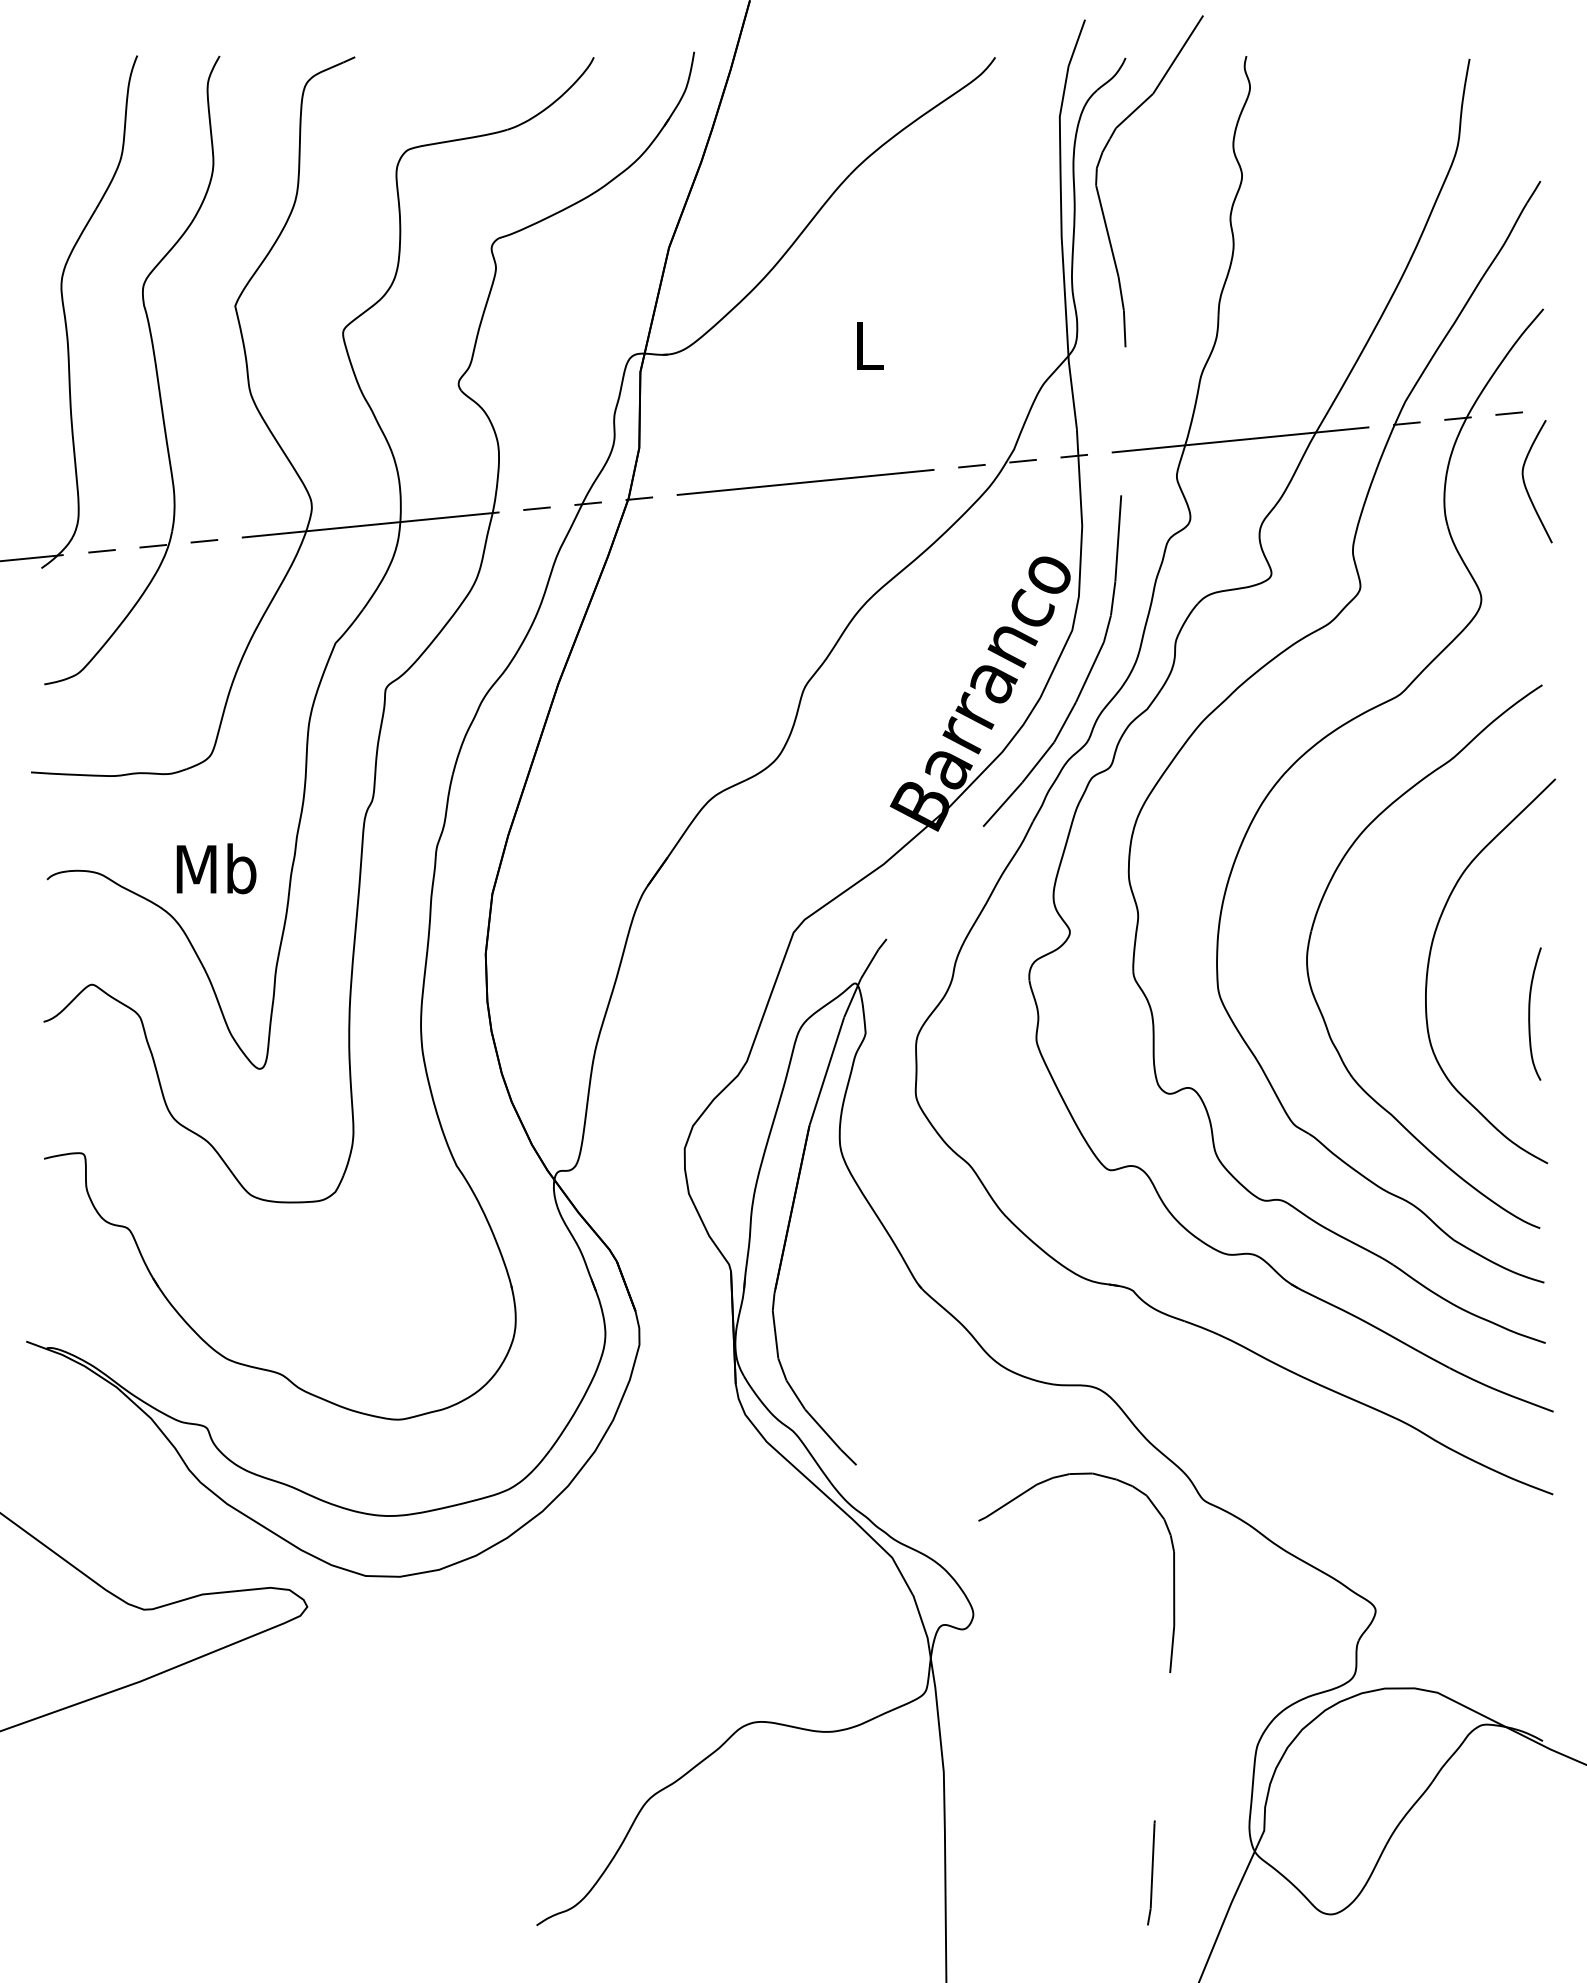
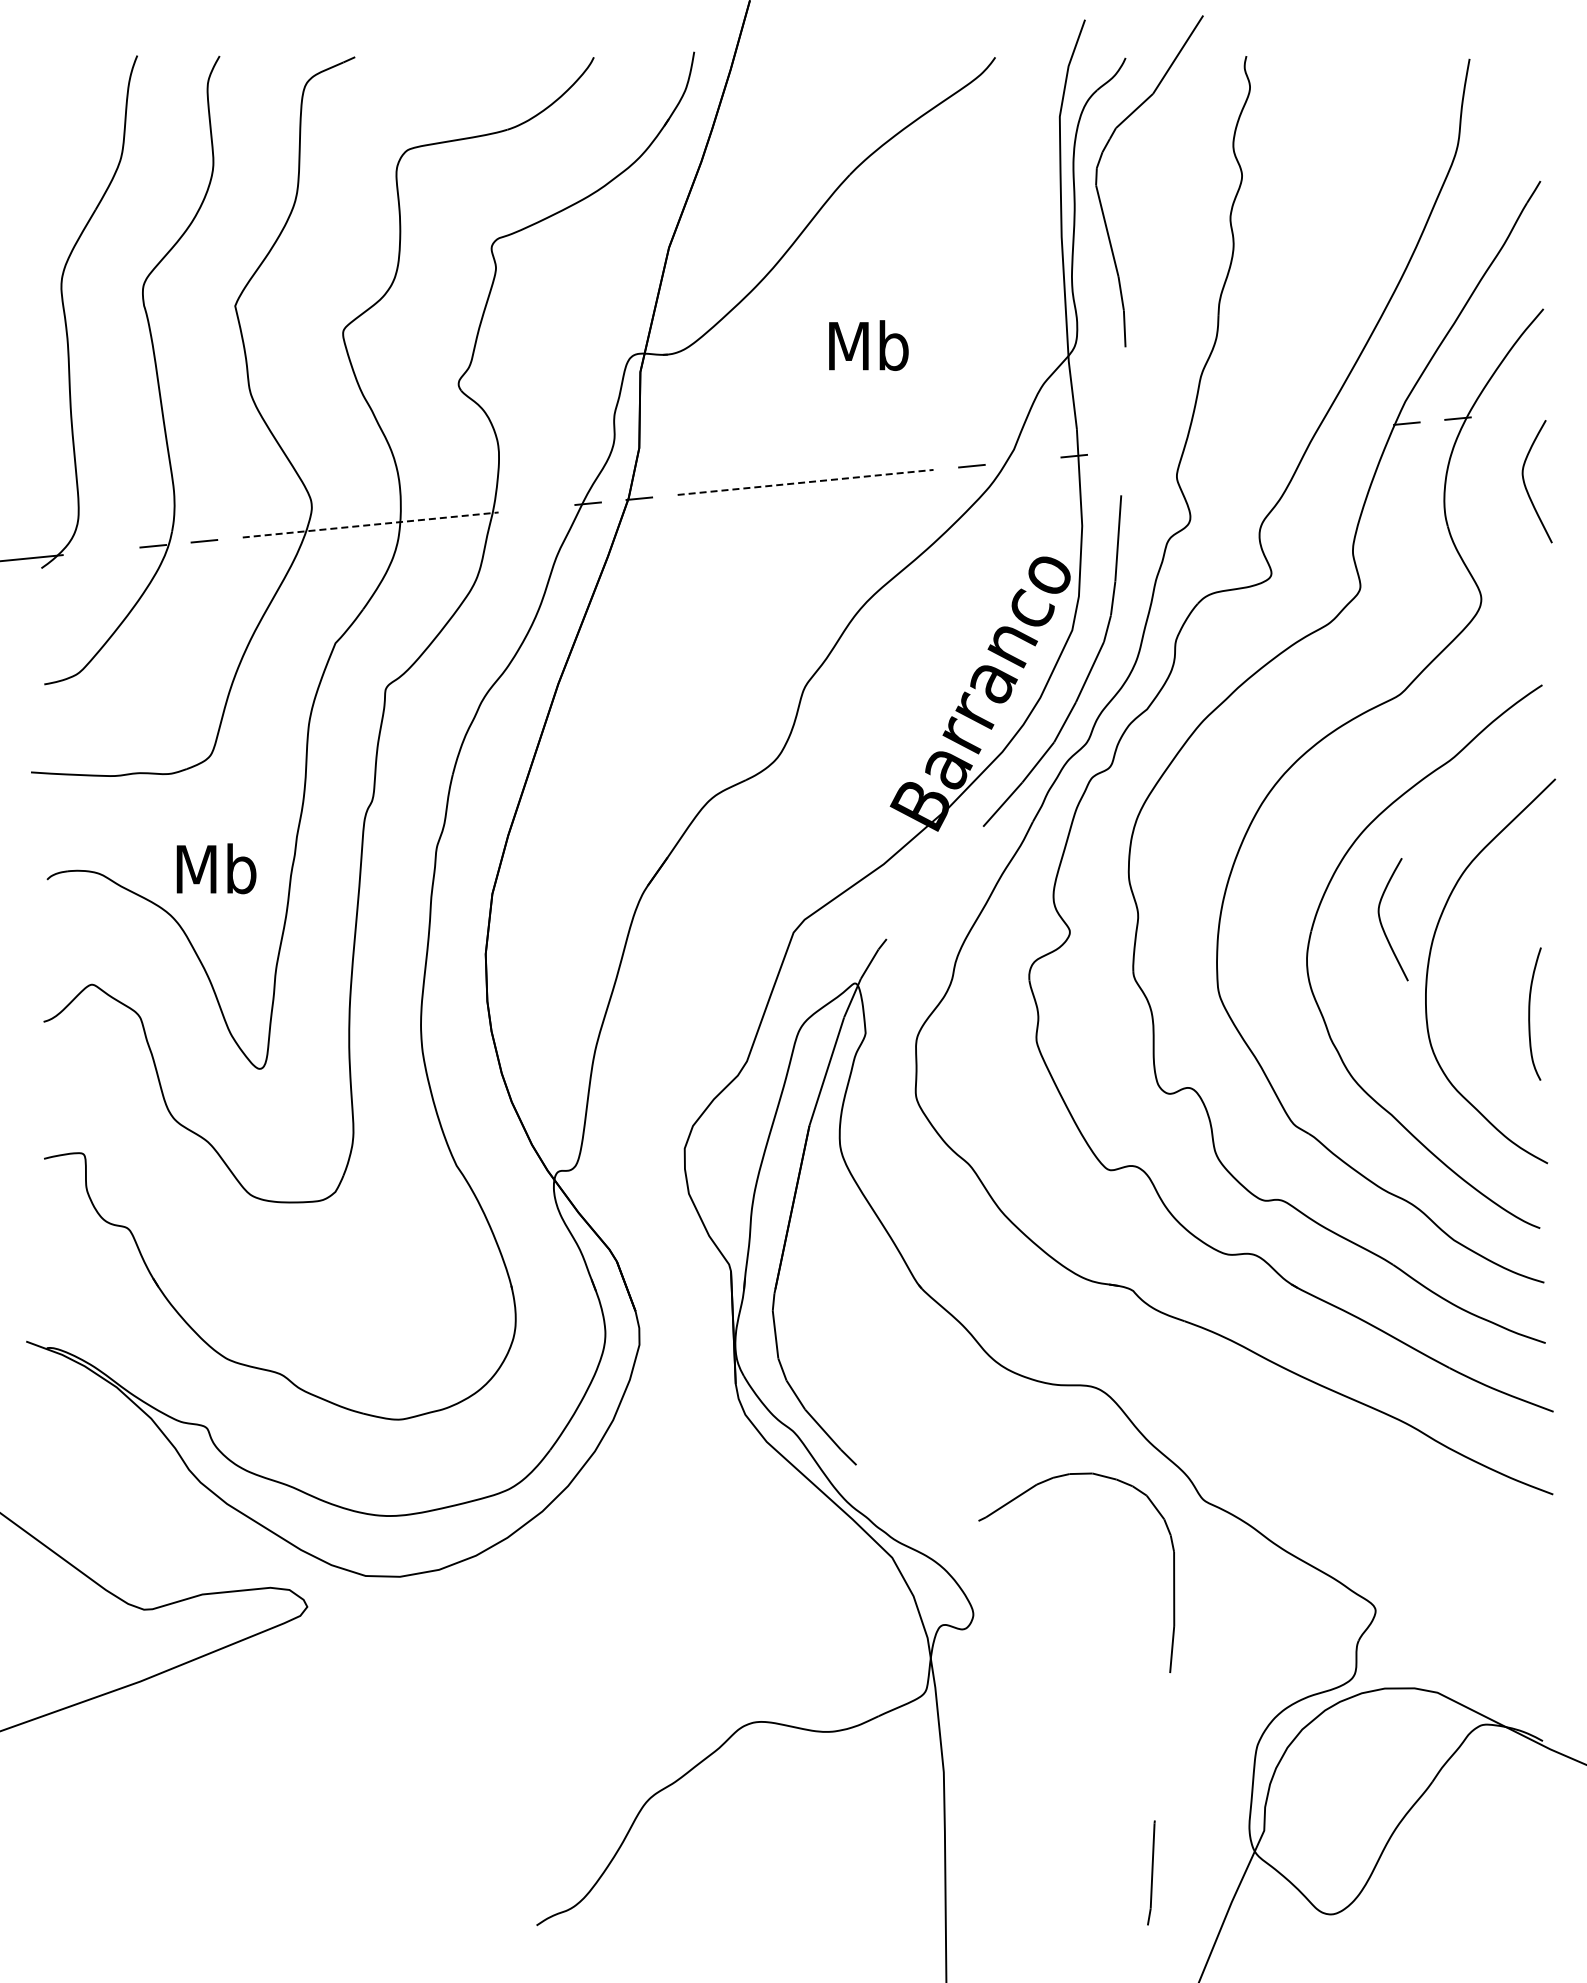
text at (868, 345): L -> Mb
line at (1509, 413): present -> none
line at (1240, 439): present -> none
line at (1022, 460): present -> none
line at (805, 482): solid -> dashed
line at (536, 508): present -> none
line at (370, 525): solid -> dashed
line at (101, 551): present -> none
curve at (1381, 921): none -> present
